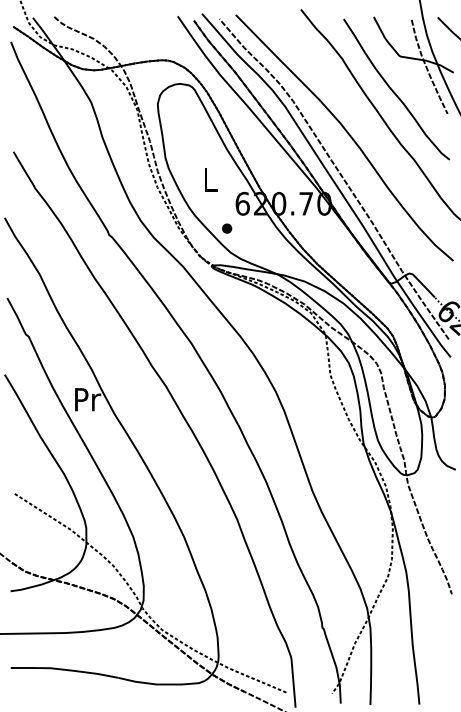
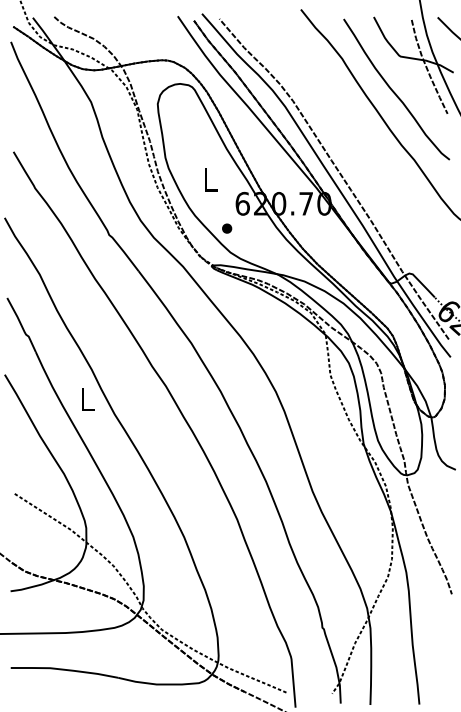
curve at (348, 135): present -> none
text at (88, 399): Pr -> L
